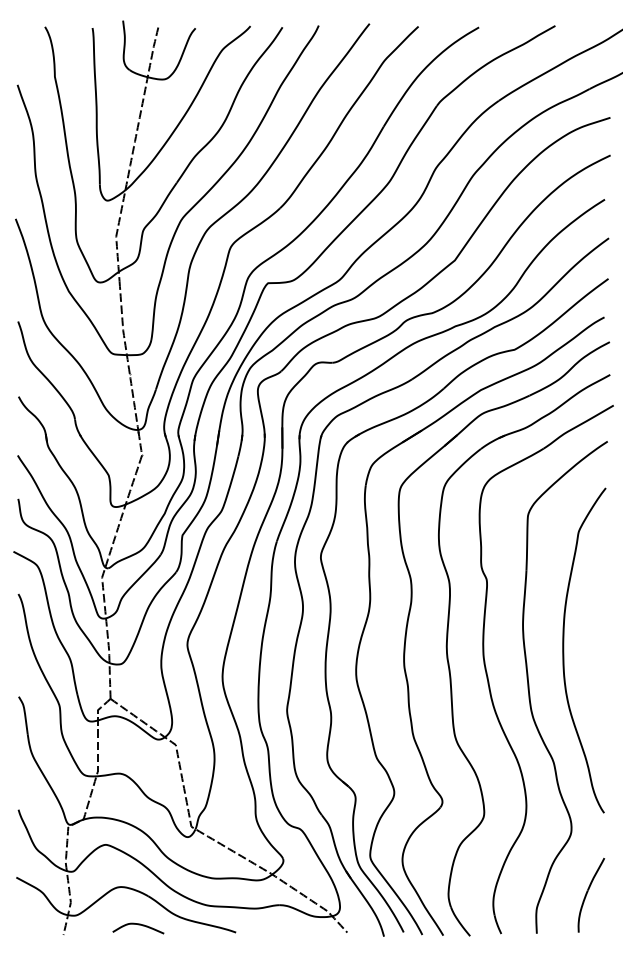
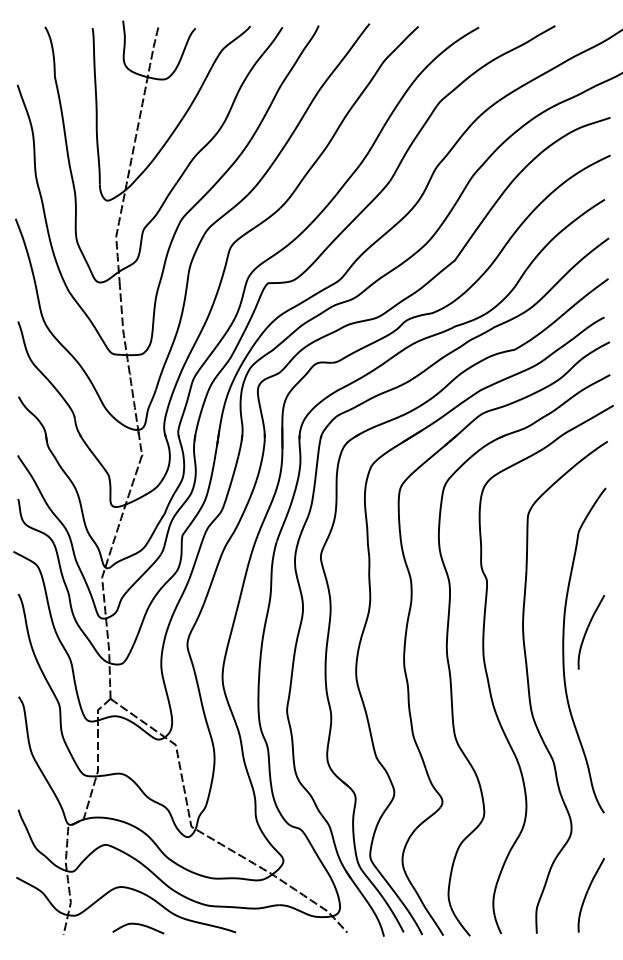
part at (591, 632): none -> present
